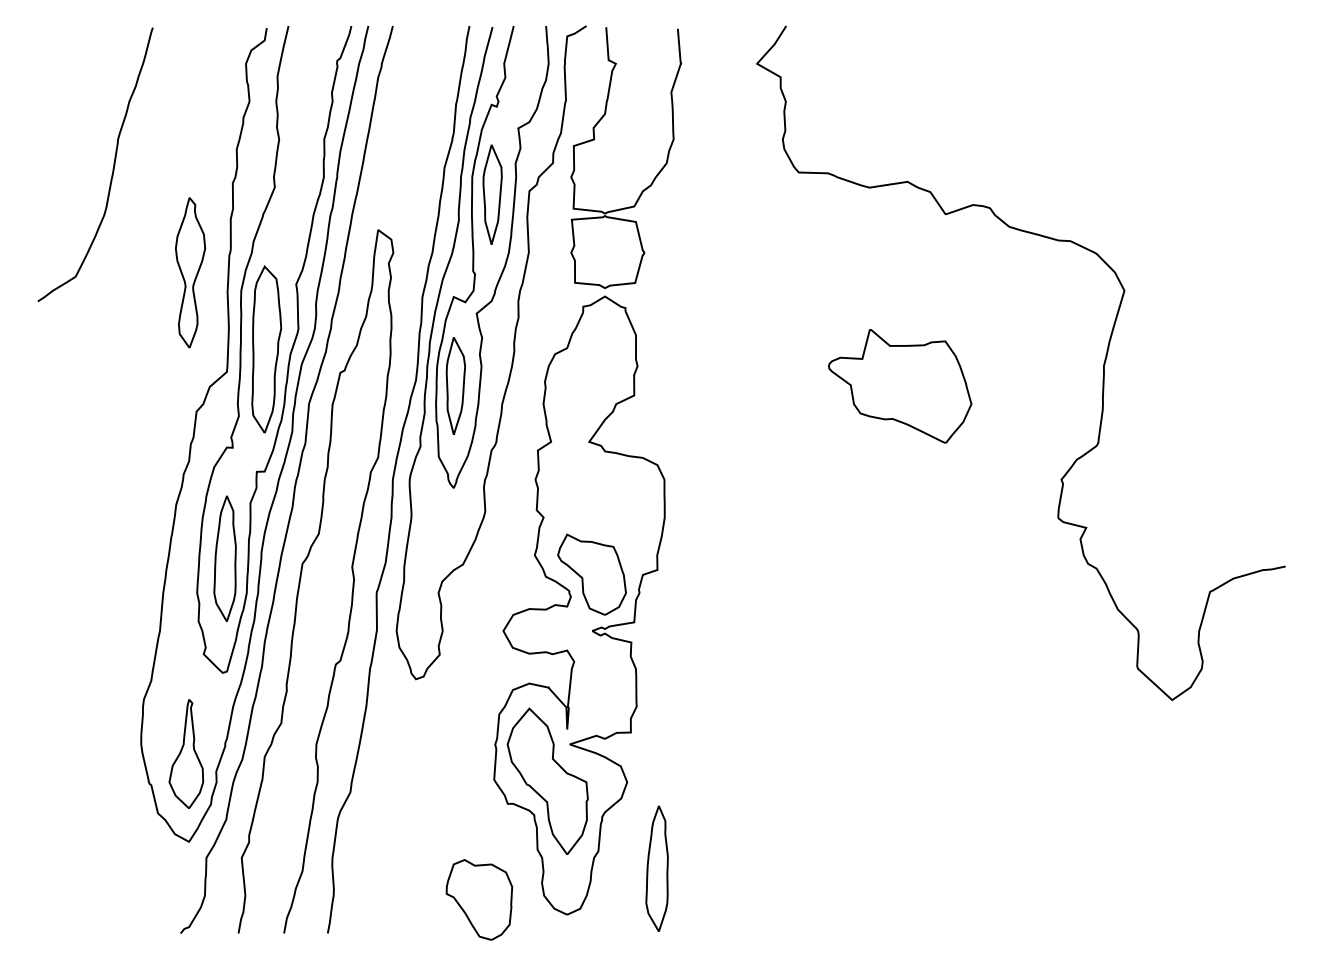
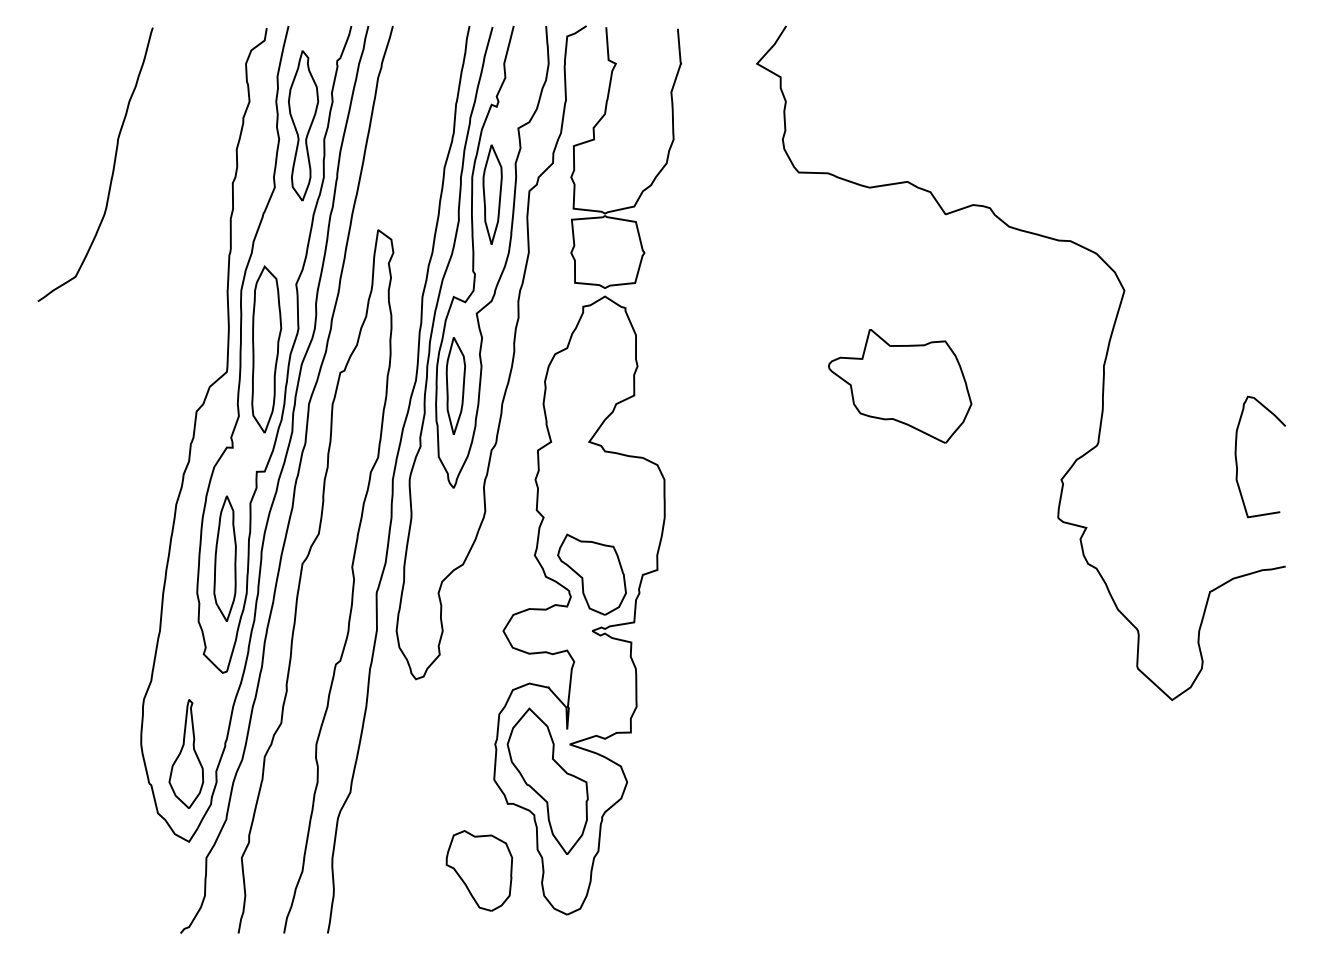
part at (190, 272) position: (190, 272) -> (303, 125)
curve at (1237, 460): none -> present
part at (656, 868): present -> none
part at (479, 899) position: (479, 899) -> (479, 870)
